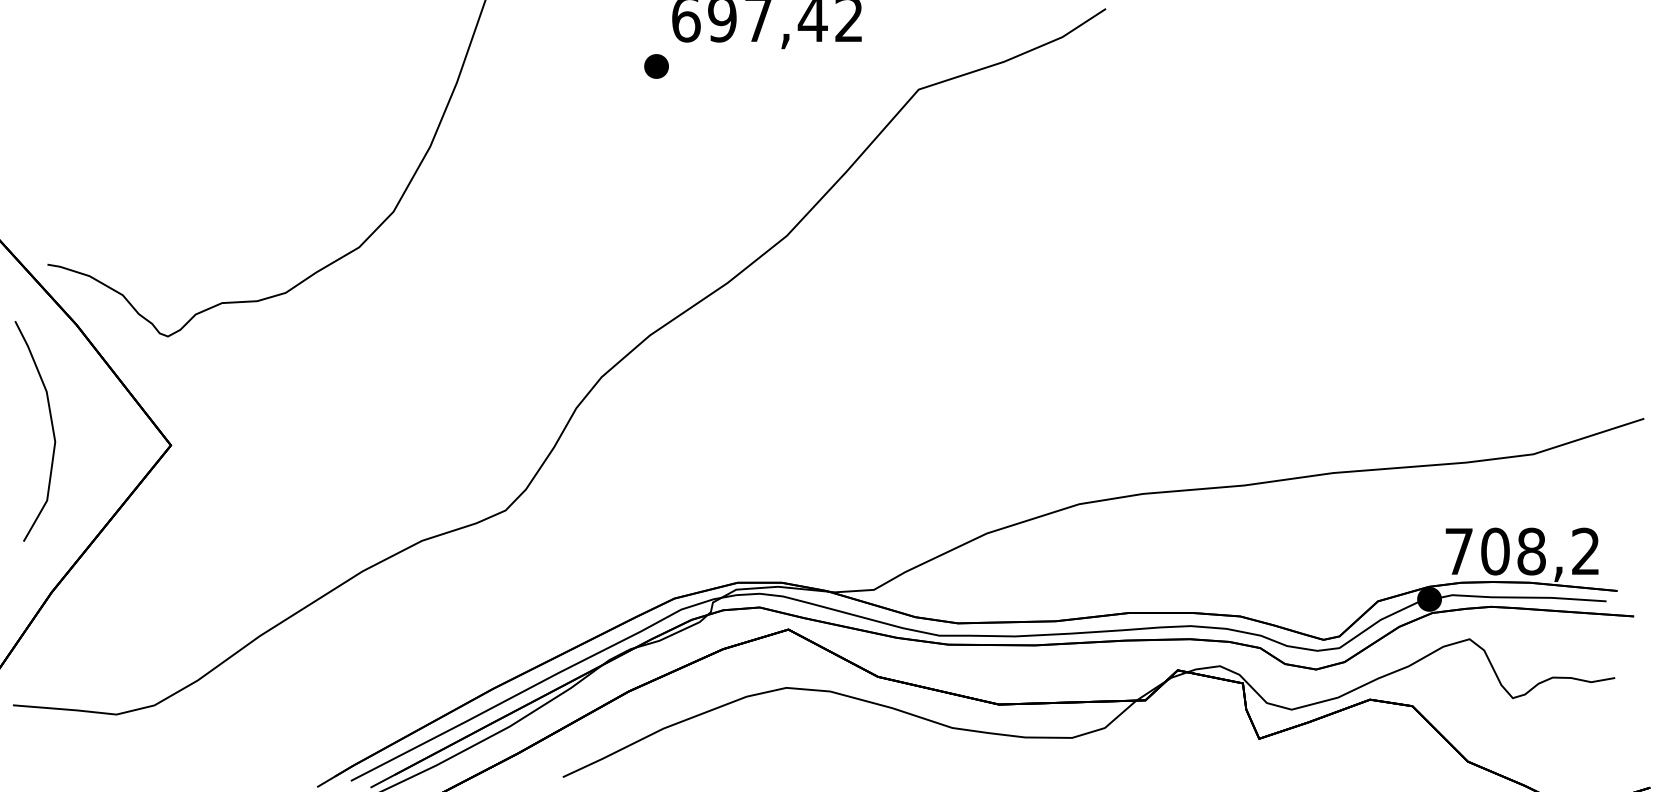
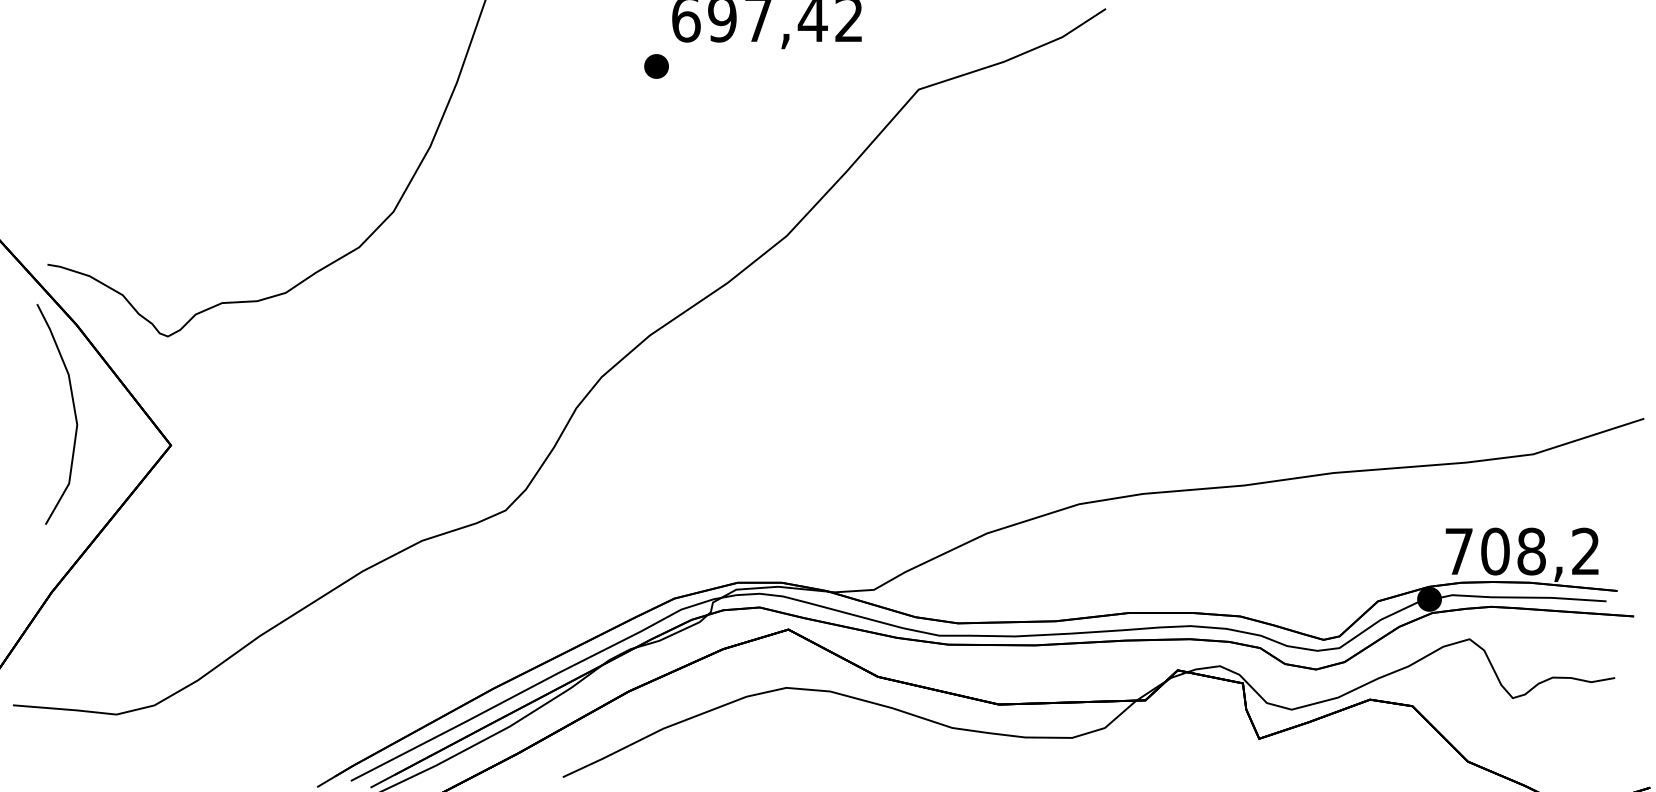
curve at (51, 427) position: (51, 427) -> (73, 410)
